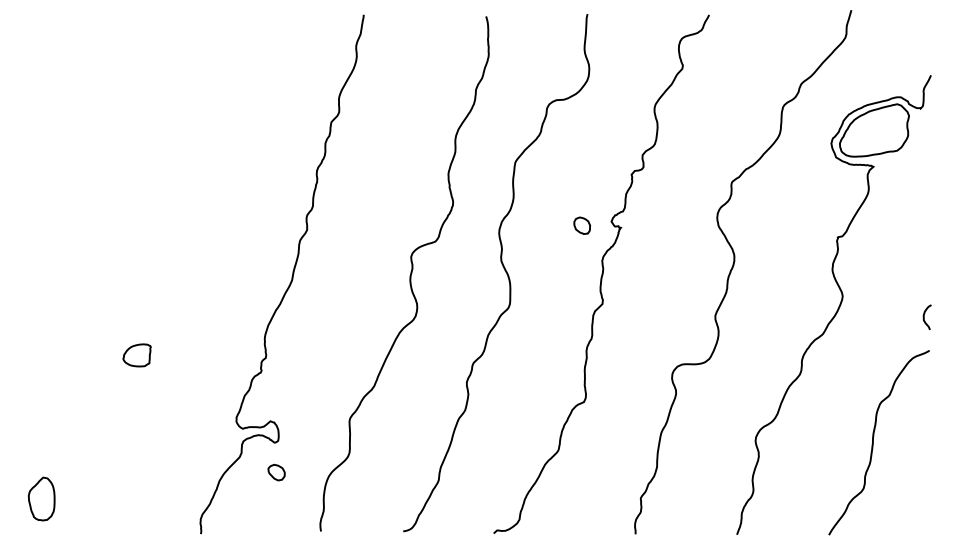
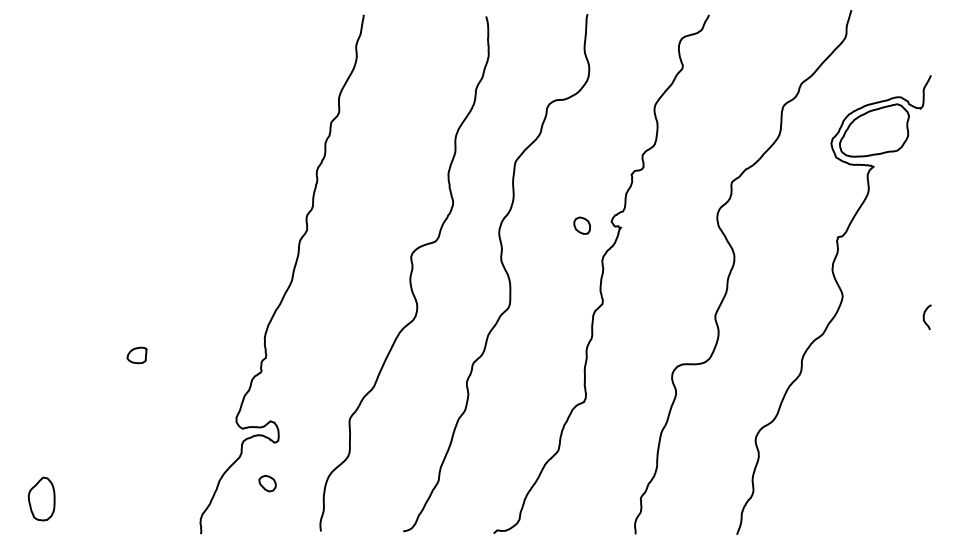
part at (136, 355) size: 30x25 px -> 22x19 px
curve at (873, 442): present -> none
part at (276, 472) position: (276, 472) -> (267, 483)
